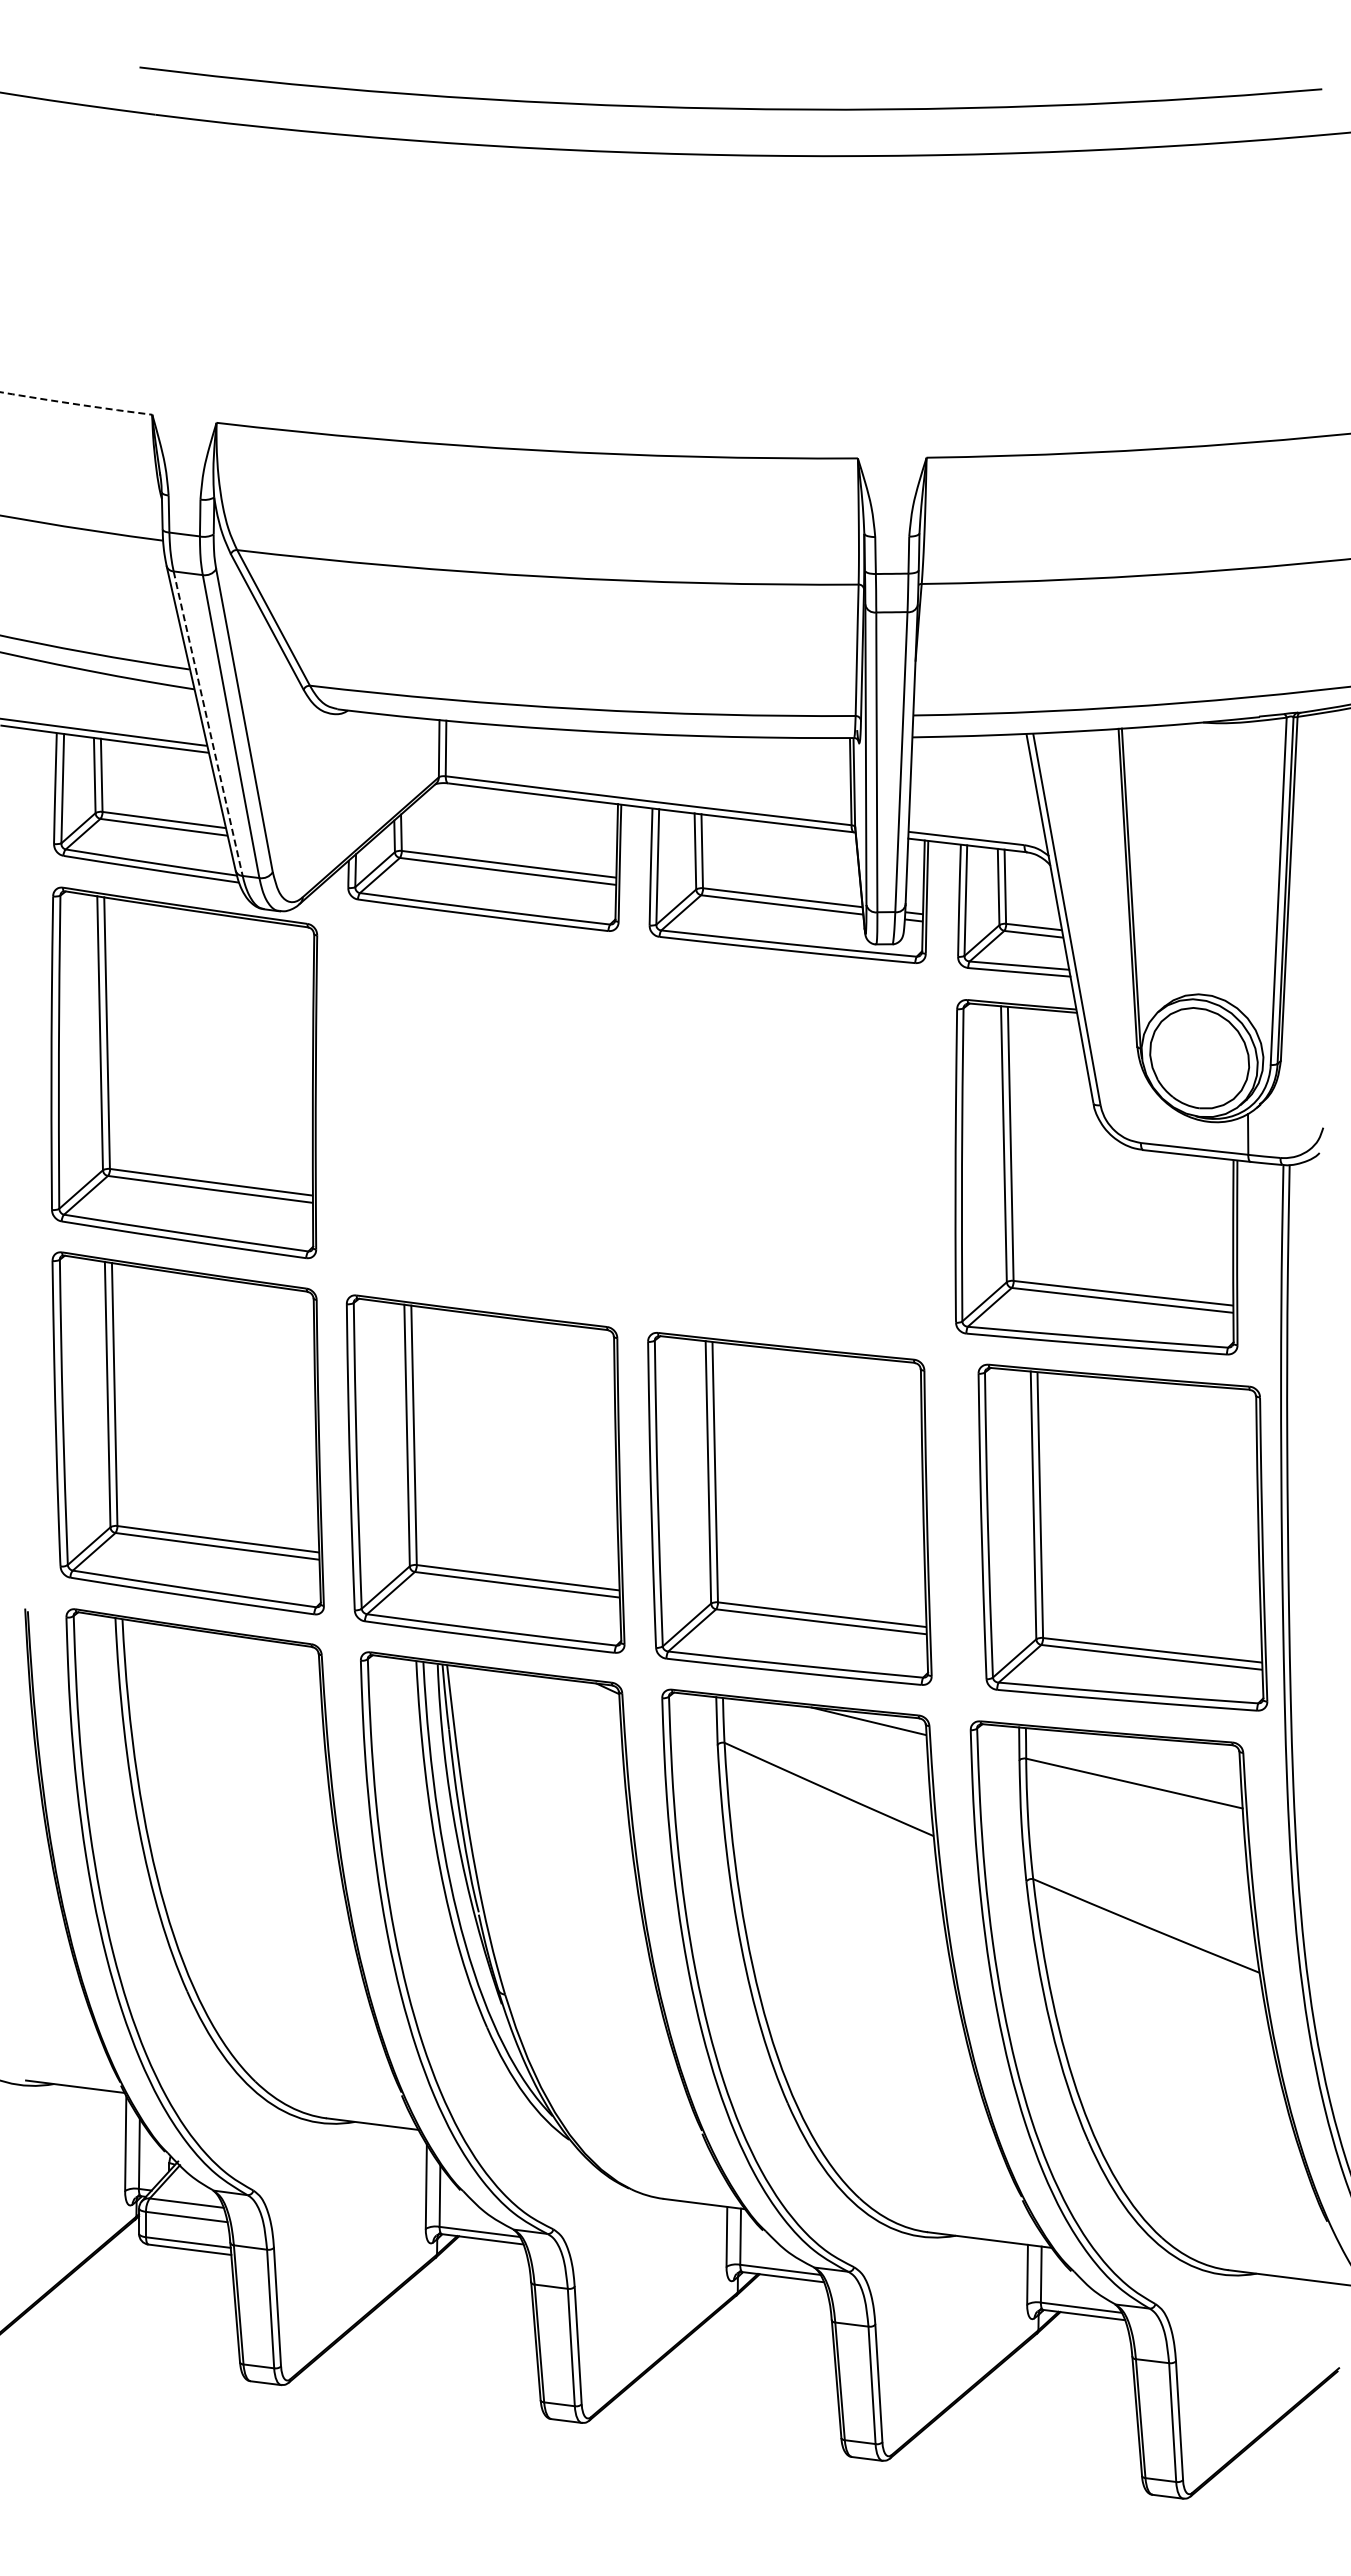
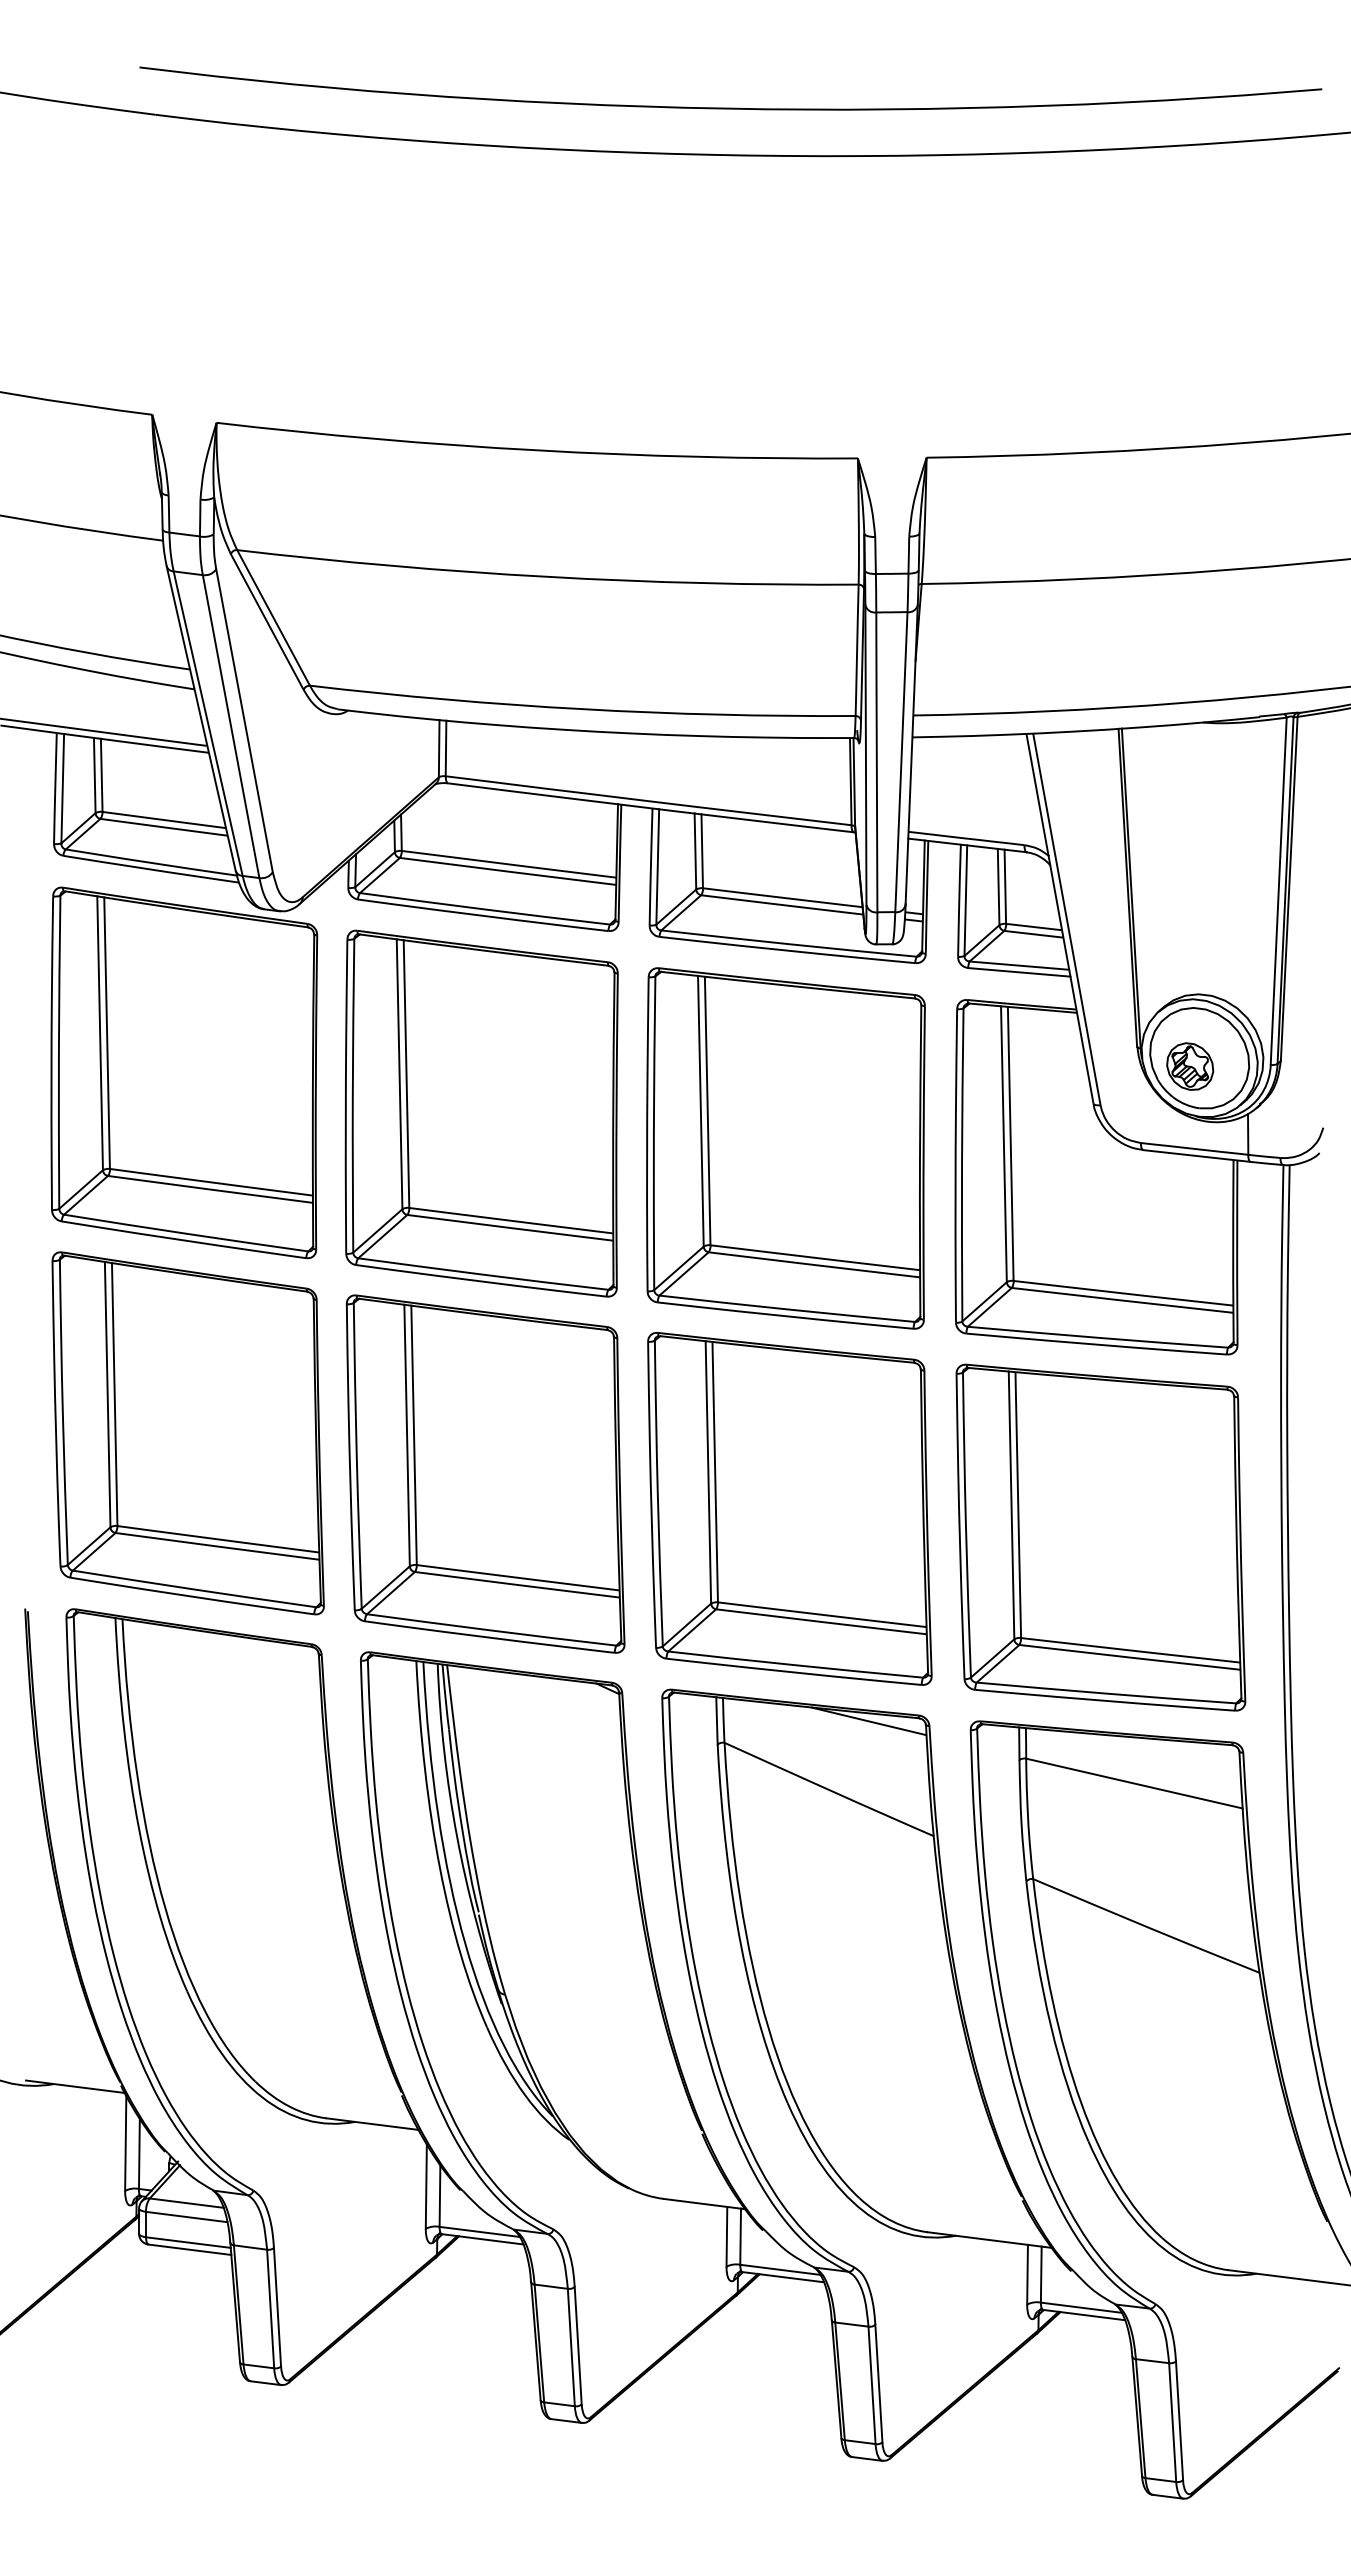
arc at (76, 404): dashed -> solid
line at (208, 723): dashed -> solid
part at (1190, 1066): none -> present
part at (481, 1113): none -> present
part at (785, 1148): none -> present
part at (1122, 1537) position: (1122, 1537) -> (1100, 1537)
